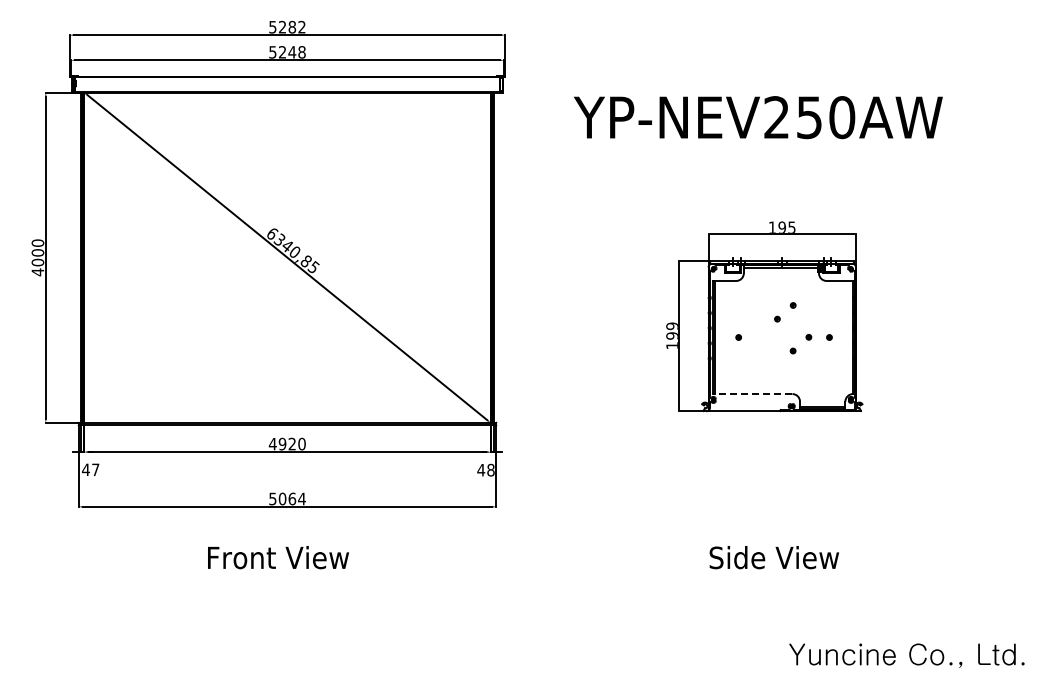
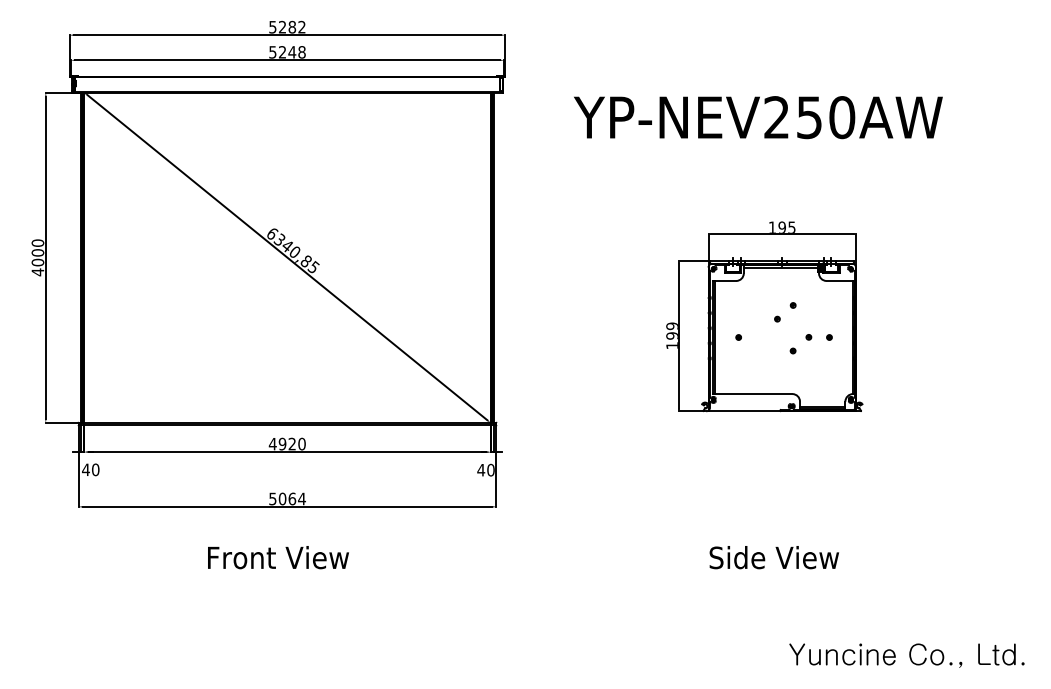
line at (752, 394): dashed -> solid
text at (95, 469): 47 -> 40
text at (490, 470): 48 -> 40
